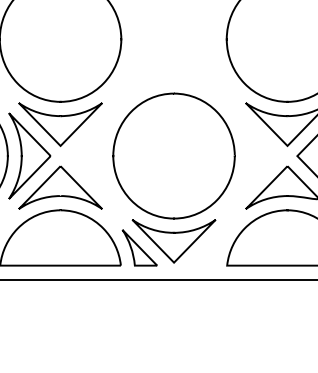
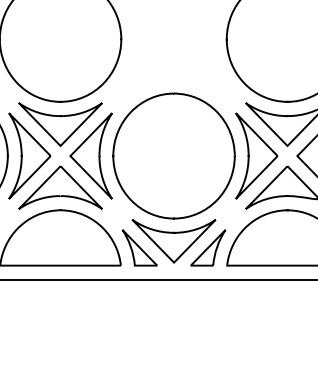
part at (90, 155): none -> present
part at (256, 155): none -> present
part at (208, 247): none -> present
